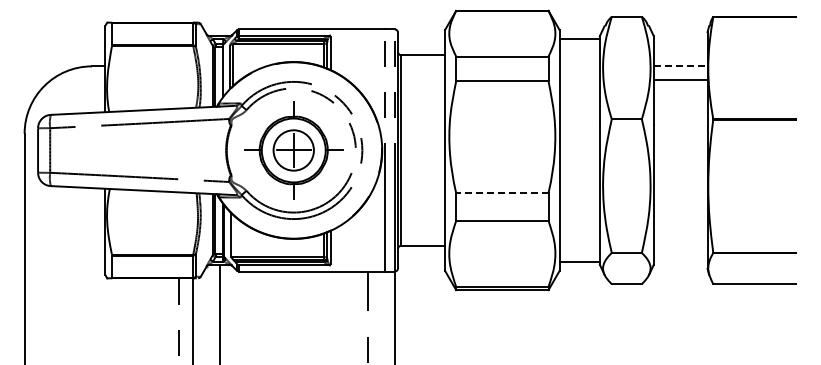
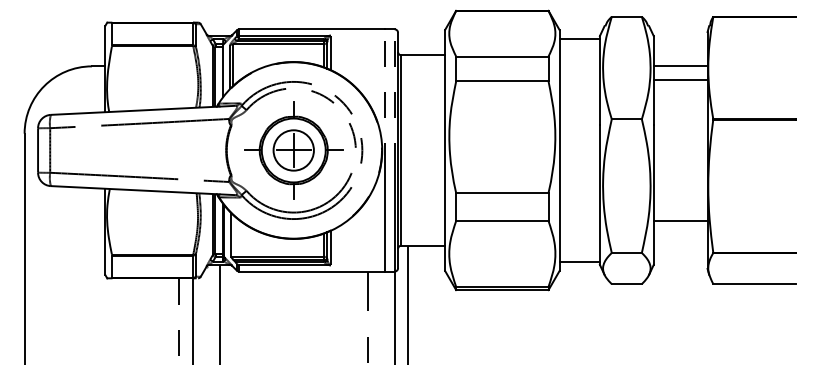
line at (680, 66): dashed -> solid
line at (501, 192): dashed -> solid
line at (680, 221): none -> present
line at (408, 303): none -> present
